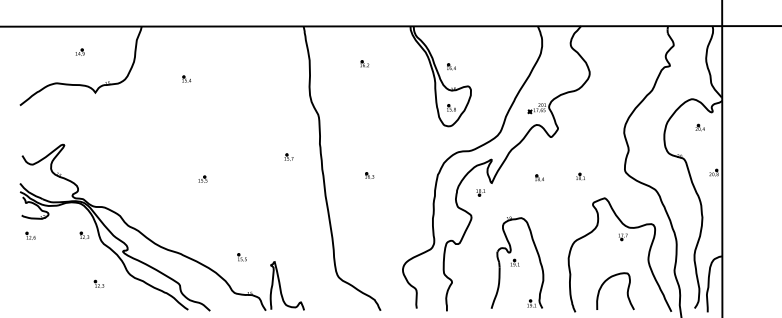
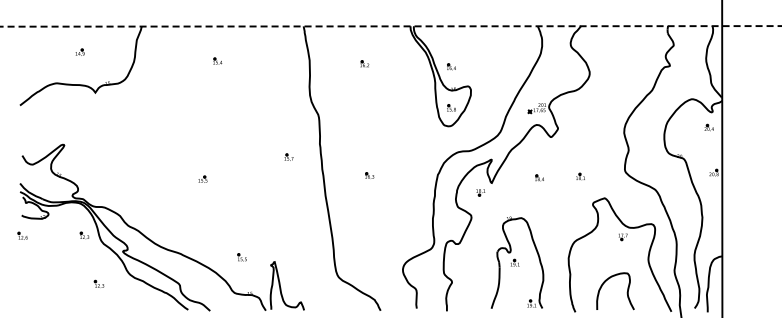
line at (390, 26): solid -> dashed
part at (186, 78) position: (186, 78) -> (217, 60)
part at (699, 127) position: (699, 127) -> (708, 127)
part at (30, 235) position: (30, 235) -> (22, 235)
